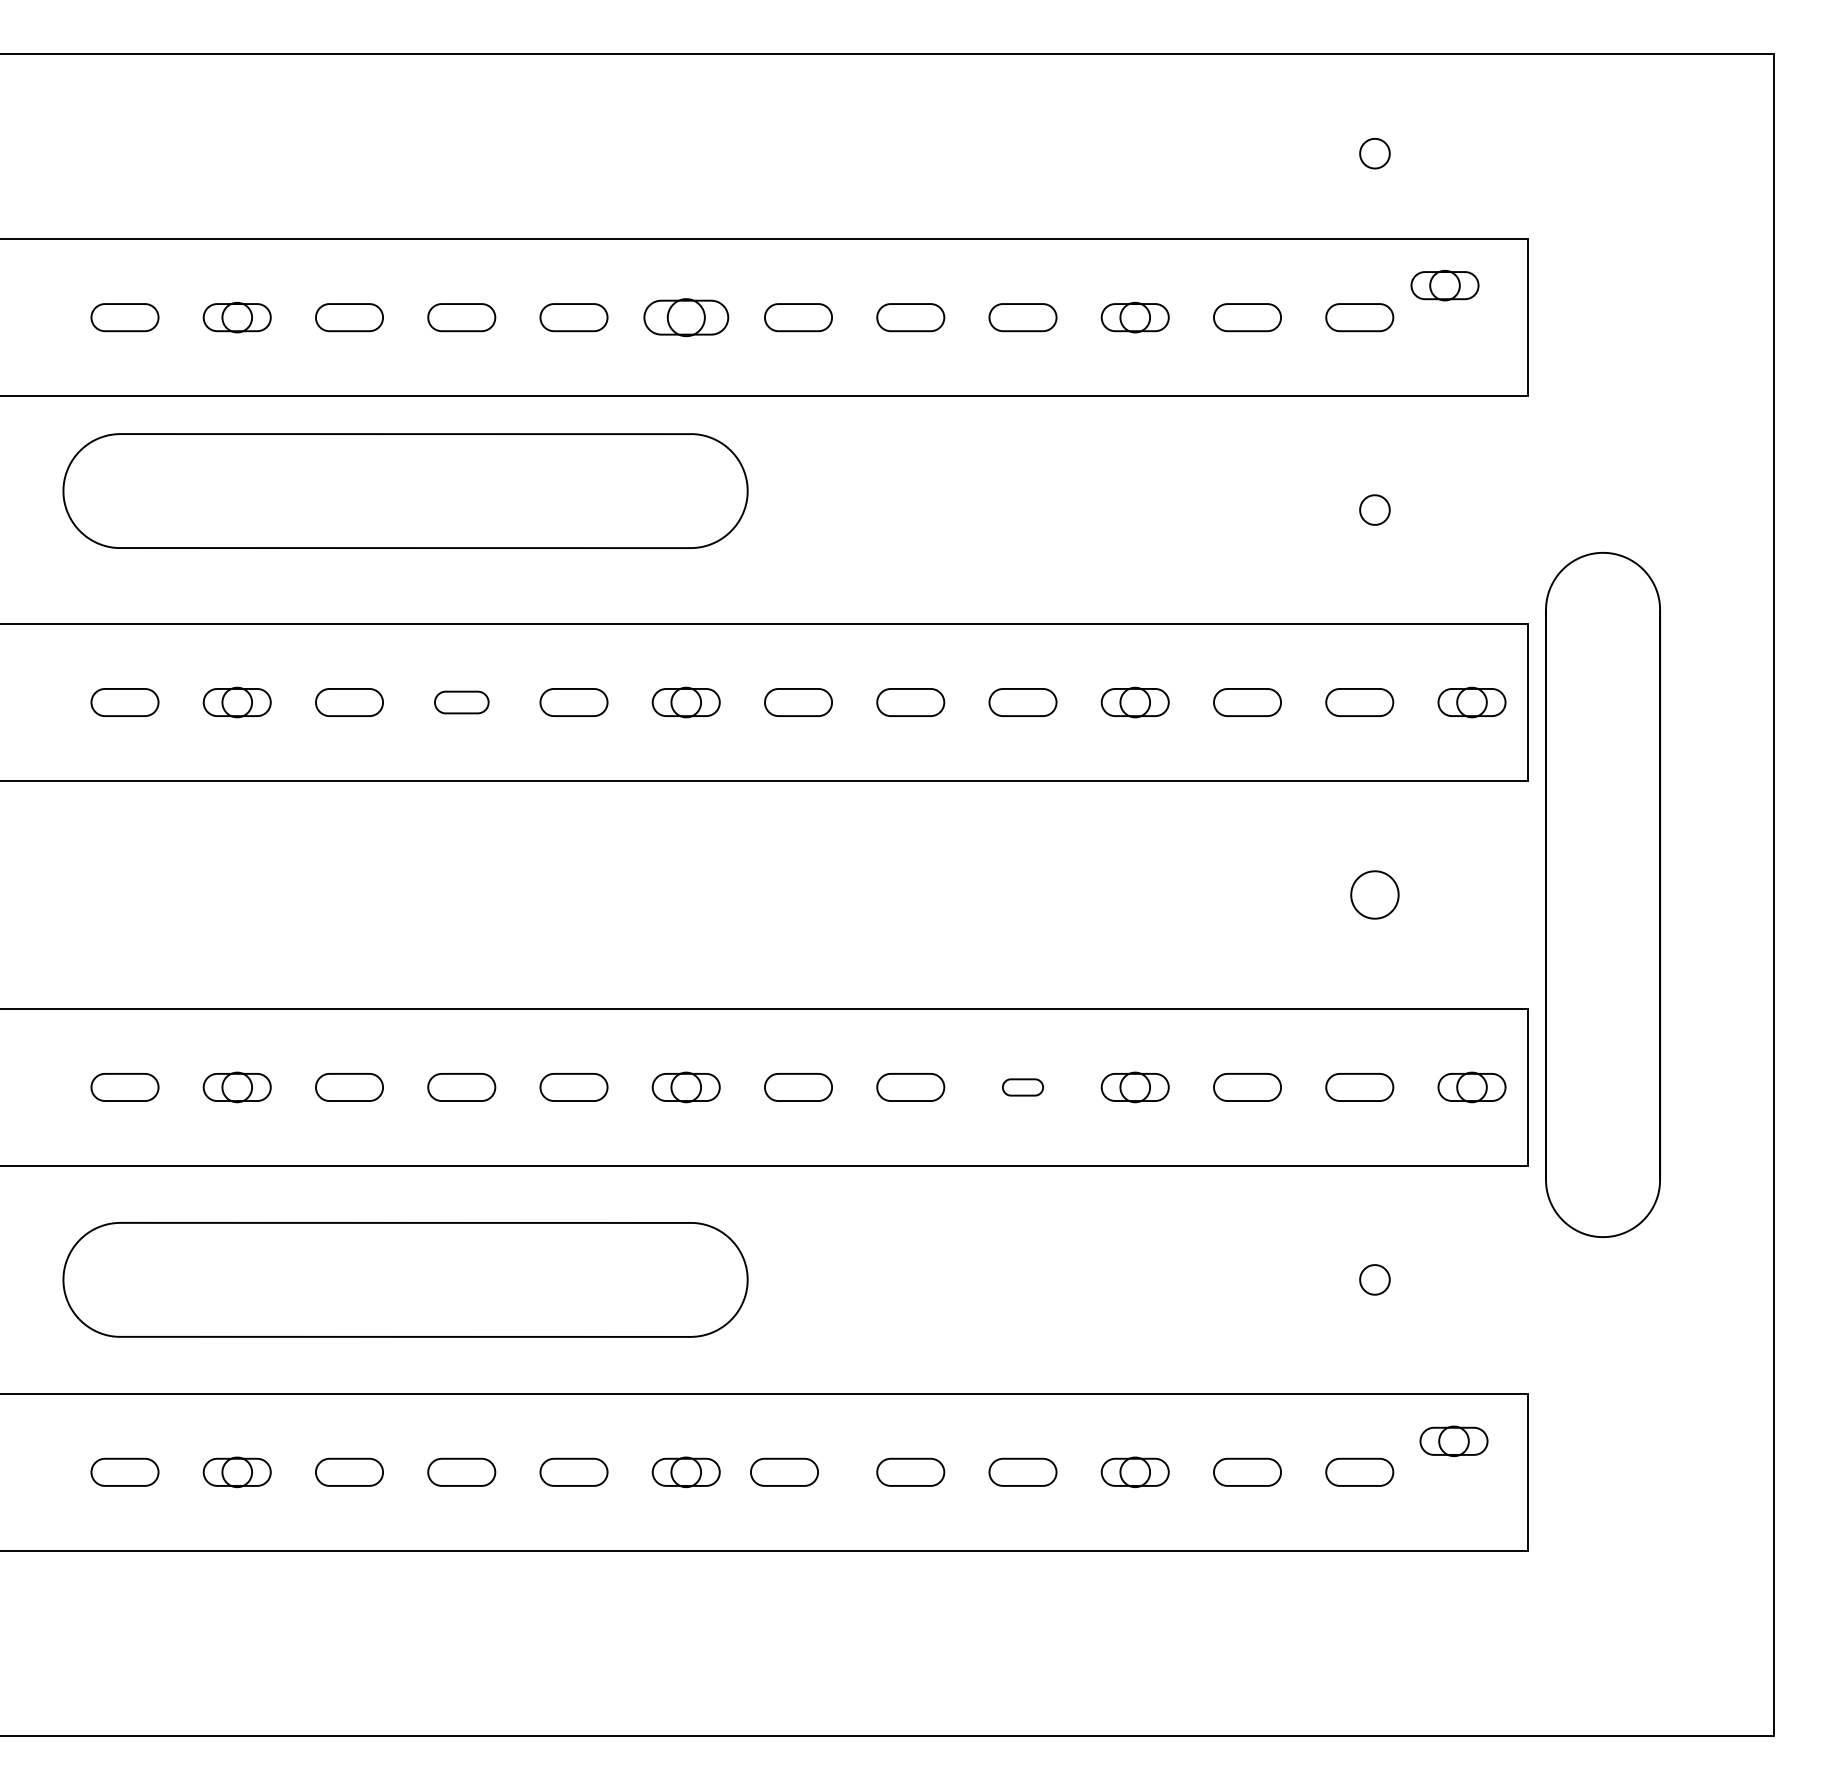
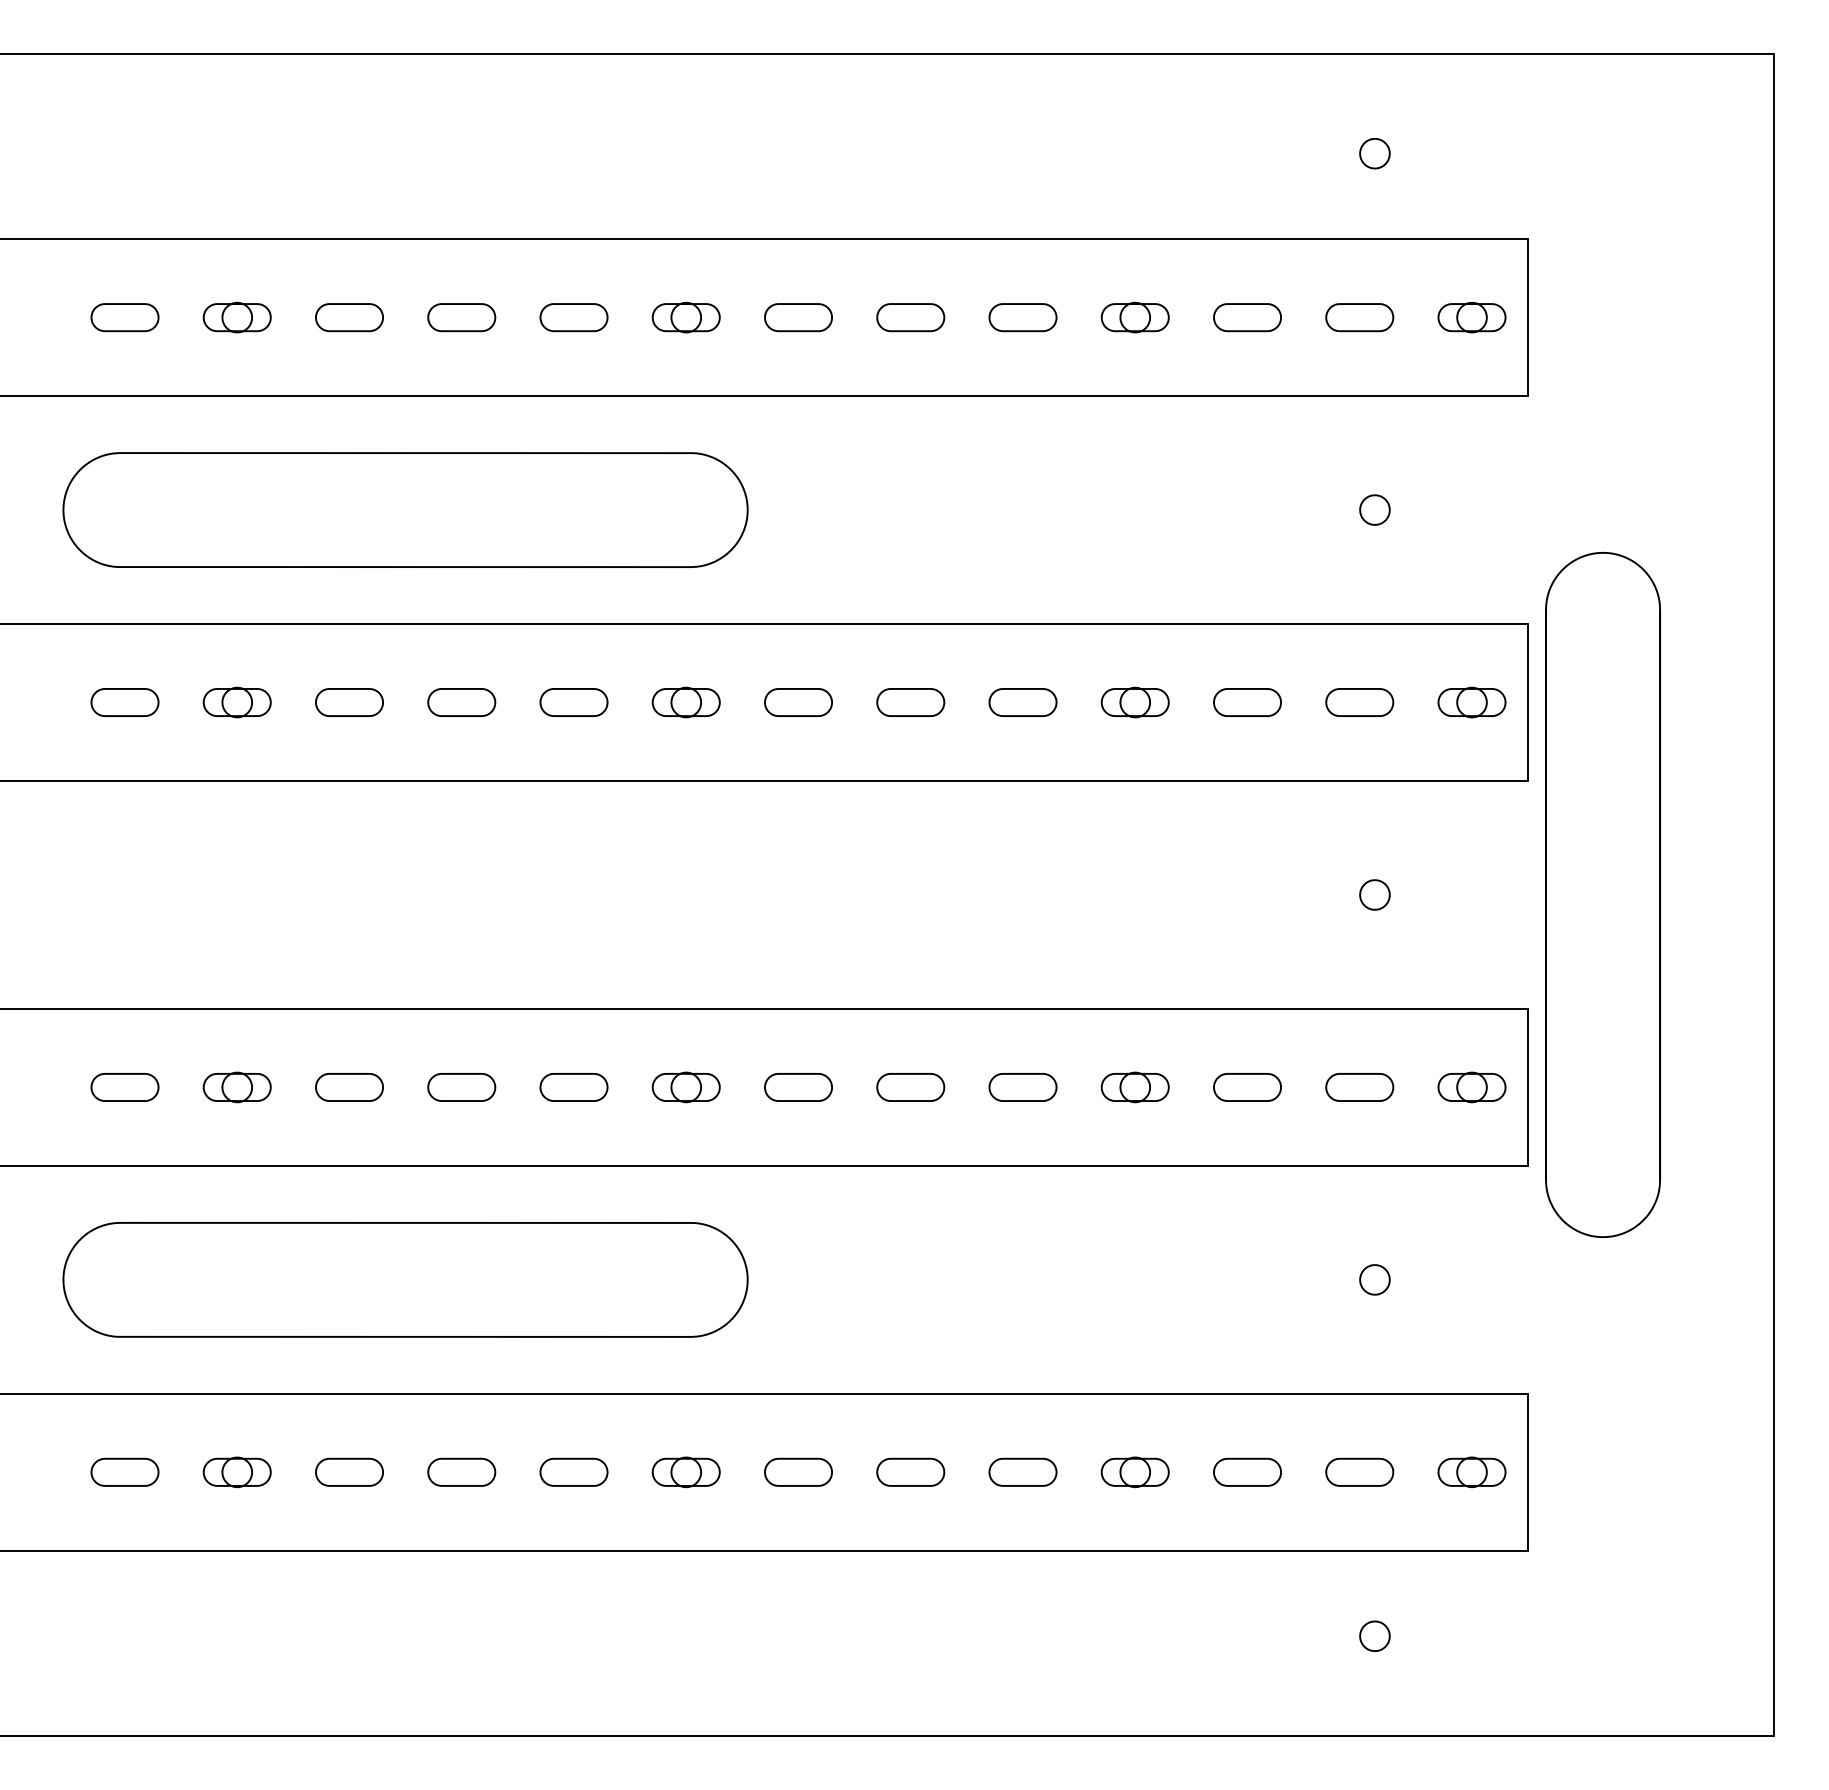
part at (1444, 285) position: (1444, 285) -> (1471, 317)
part at (686, 317) size: 87x40 px -> 70x33 px
part at (405, 490) position: (405, 490) -> (405, 509)
part at (461, 702) size: 56x25 px -> 70x29 px
part at (1374, 894) size: 50x50 px -> 32x32 px
part at (1022, 1087) size: 42x19 px -> 70x29 px
part at (1453, 1441) position: (1453, 1441) -> (1471, 1472)
part at (784, 1471) position: (784, 1471) -> (798, 1471)
part at (1374, 1635): none -> present
